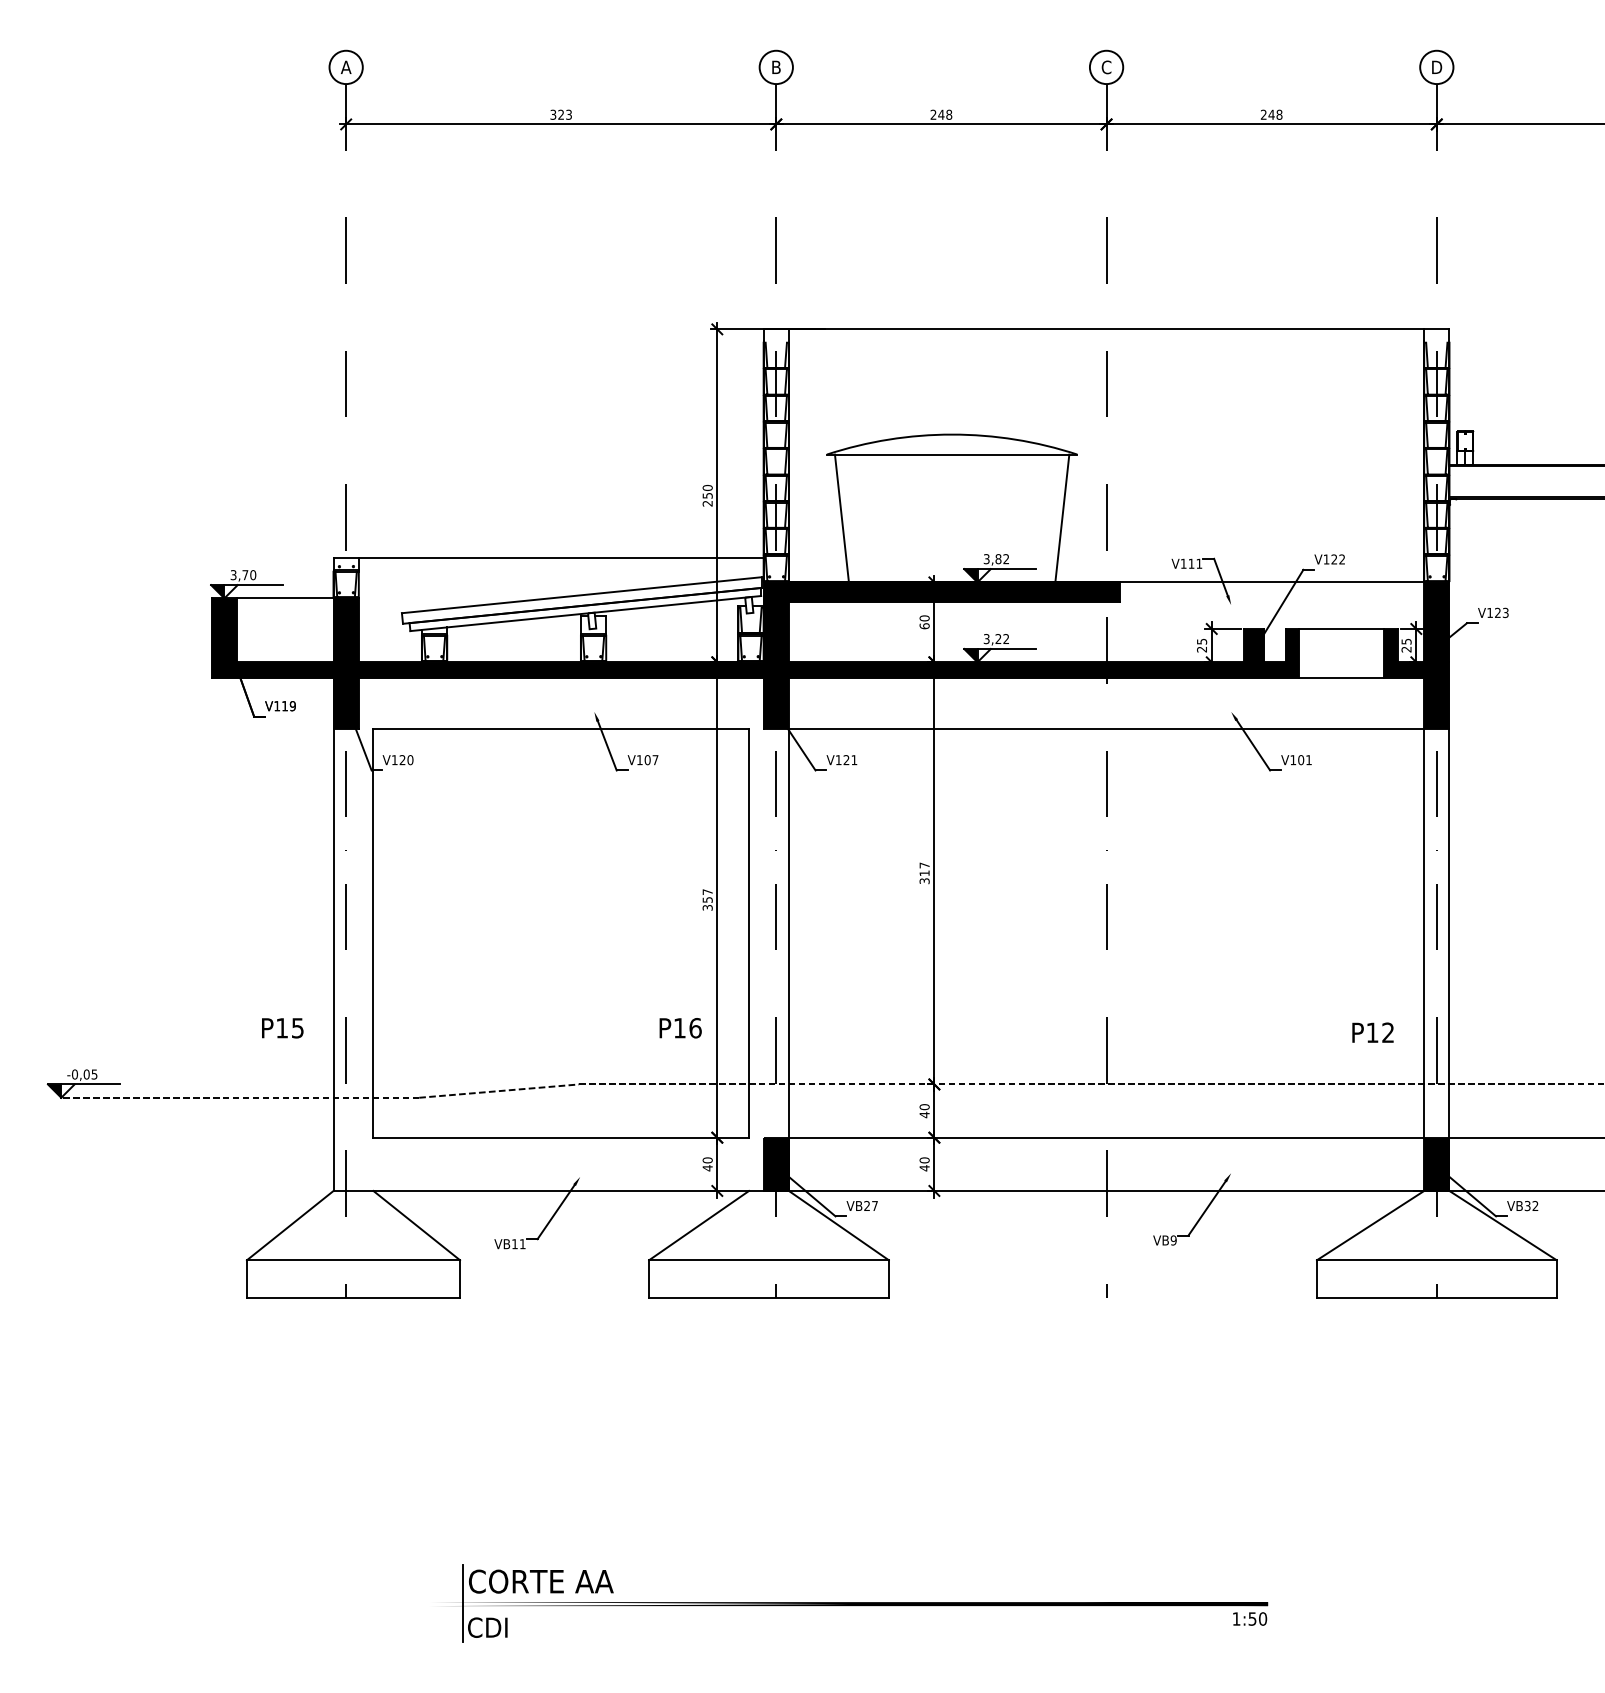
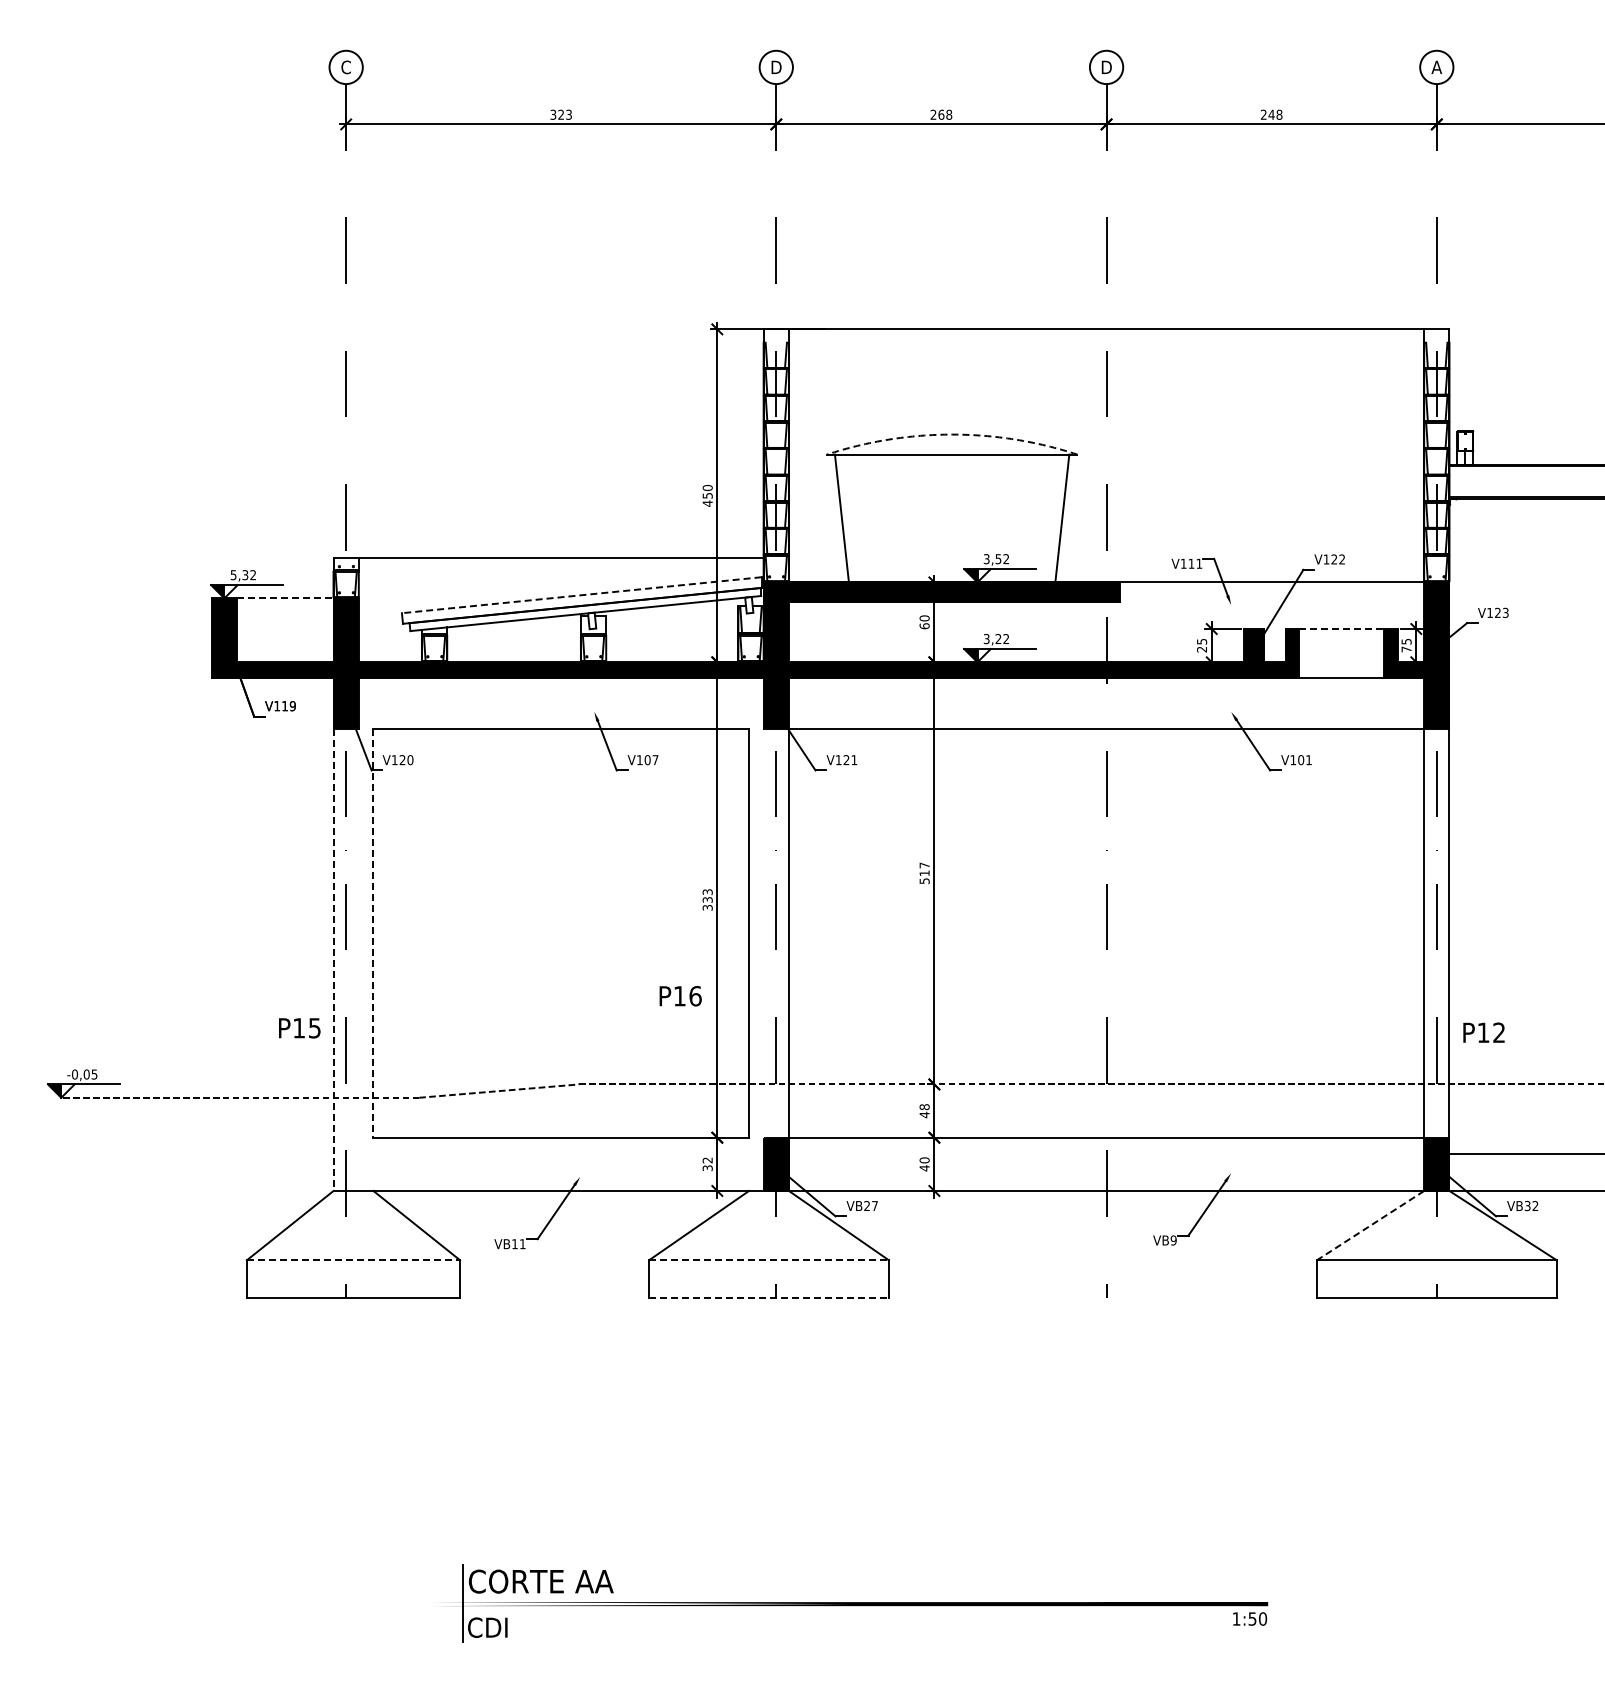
text at (776, 66): B -> D
text at (1436, 66): D -> A
text at (345, 67): A -> C
text at (1106, 67): C -> D
text at (941, 114): 248 -> 268
arc at (952, 434): solid -> dashed
text at (707, 503): 250 -> 450
text at (998, 559): 3,82 -> 3,52
text at (243, 575): 3,70 -> 5,32
line at (581, 595): solid -> dashed
line at (285, 598): solid -> dashed
line at (1341, 629): solid -> dashed
text at (1406, 649): 25 -> 75
text at (923, 880): 317 -> 517
text at (707, 895): 357 -> 333
line at (373, 933): solid -> dashed
line at (333, 960): solid -> dashed
text at (282, 1028) position: (282, 1028) -> (299, 1028)
text at (680, 1028) position: (680, 1028) -> (680, 996)
text at (1372, 1032) position: (1372, 1032) -> (1483, 1032)
text at (924, 1107): 40 -> 48
line at (1525, 1137) position: (1525, 1137) -> (1525, 1153)
text at (707, 1164): 40 -> 32
line at (1370, 1225): solid -> dashed
line at (353, 1260): solid -> dashed
line at (769, 1260): solid -> dashed
line at (769, 1297): solid -> dashed
